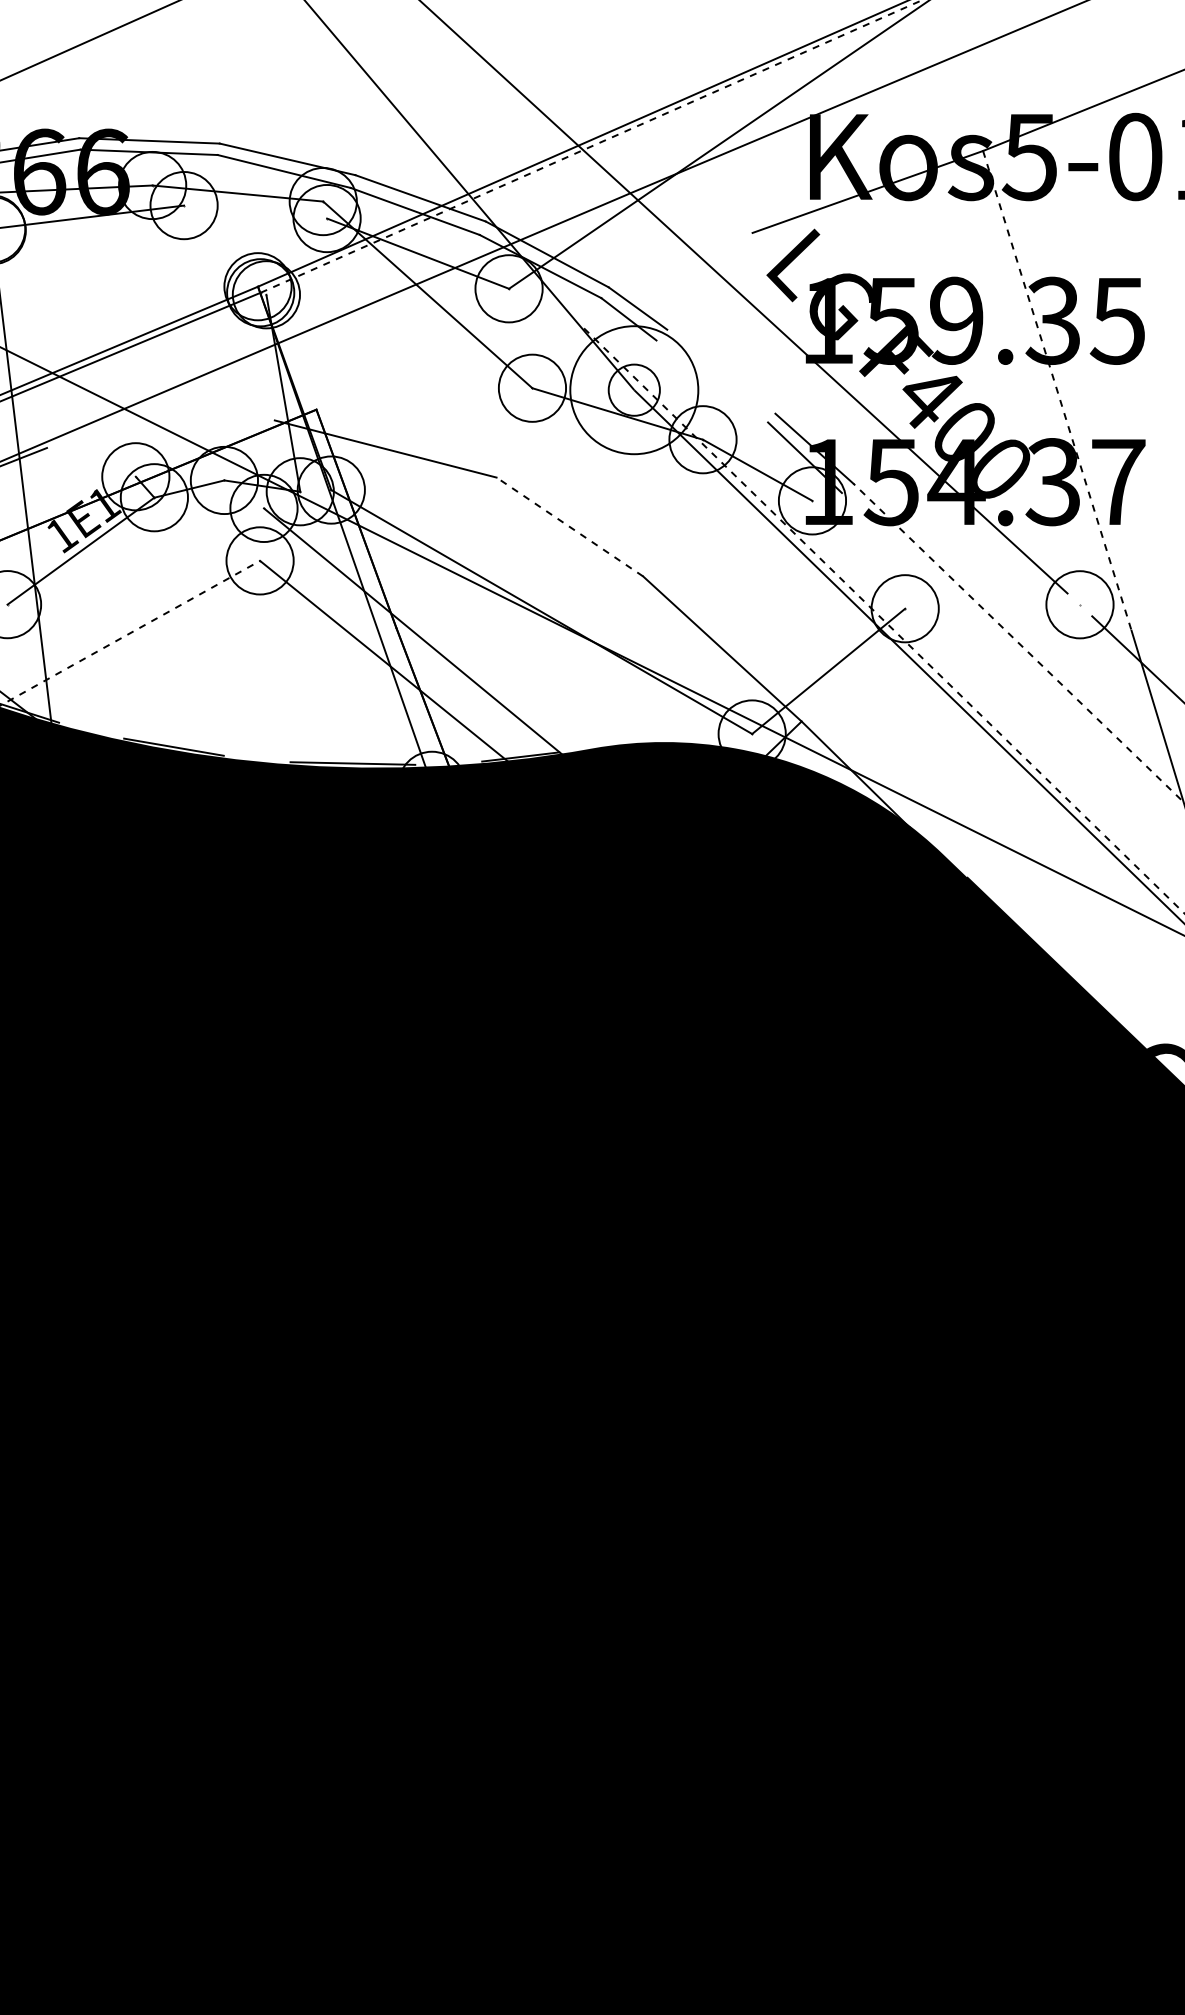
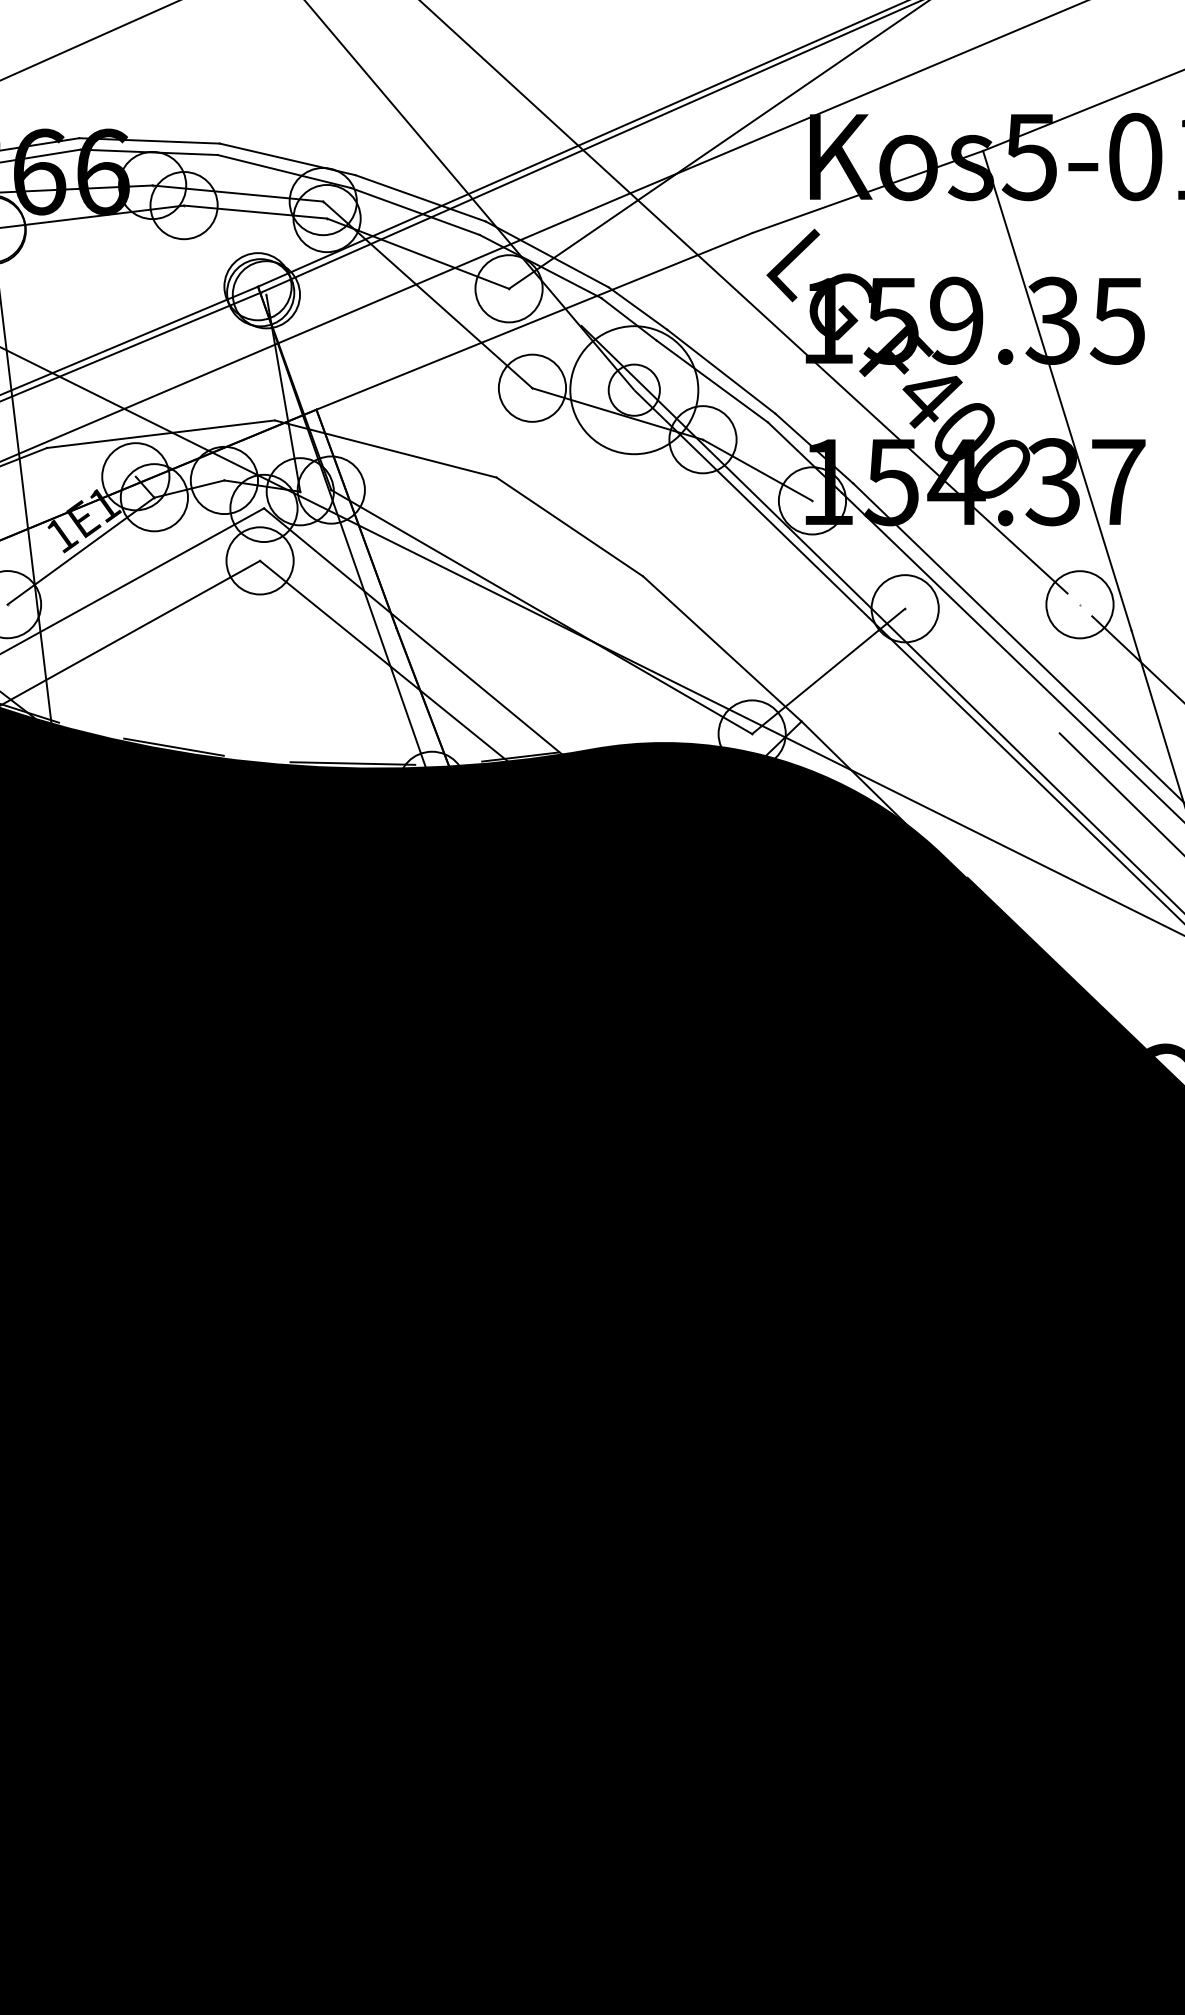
line at (591, 146): dashed -> solid
line at (255, 211): none -> present
line at (534, 320): none -> present
line at (721, 371): none -> present
line at (712, 381): none -> present
line at (1057, 391): dashed -> solid
line at (160, 434): none -> present
line at (569, 526): dashed -> solid
line at (132, 580): none -> present
line at (882, 619): dashed -> solid
line at (130, 632): dashed -> solid
line at (1018, 643): dashed -> solid
line at (1011, 656): none -> present
line at (1120, 793): none -> present
